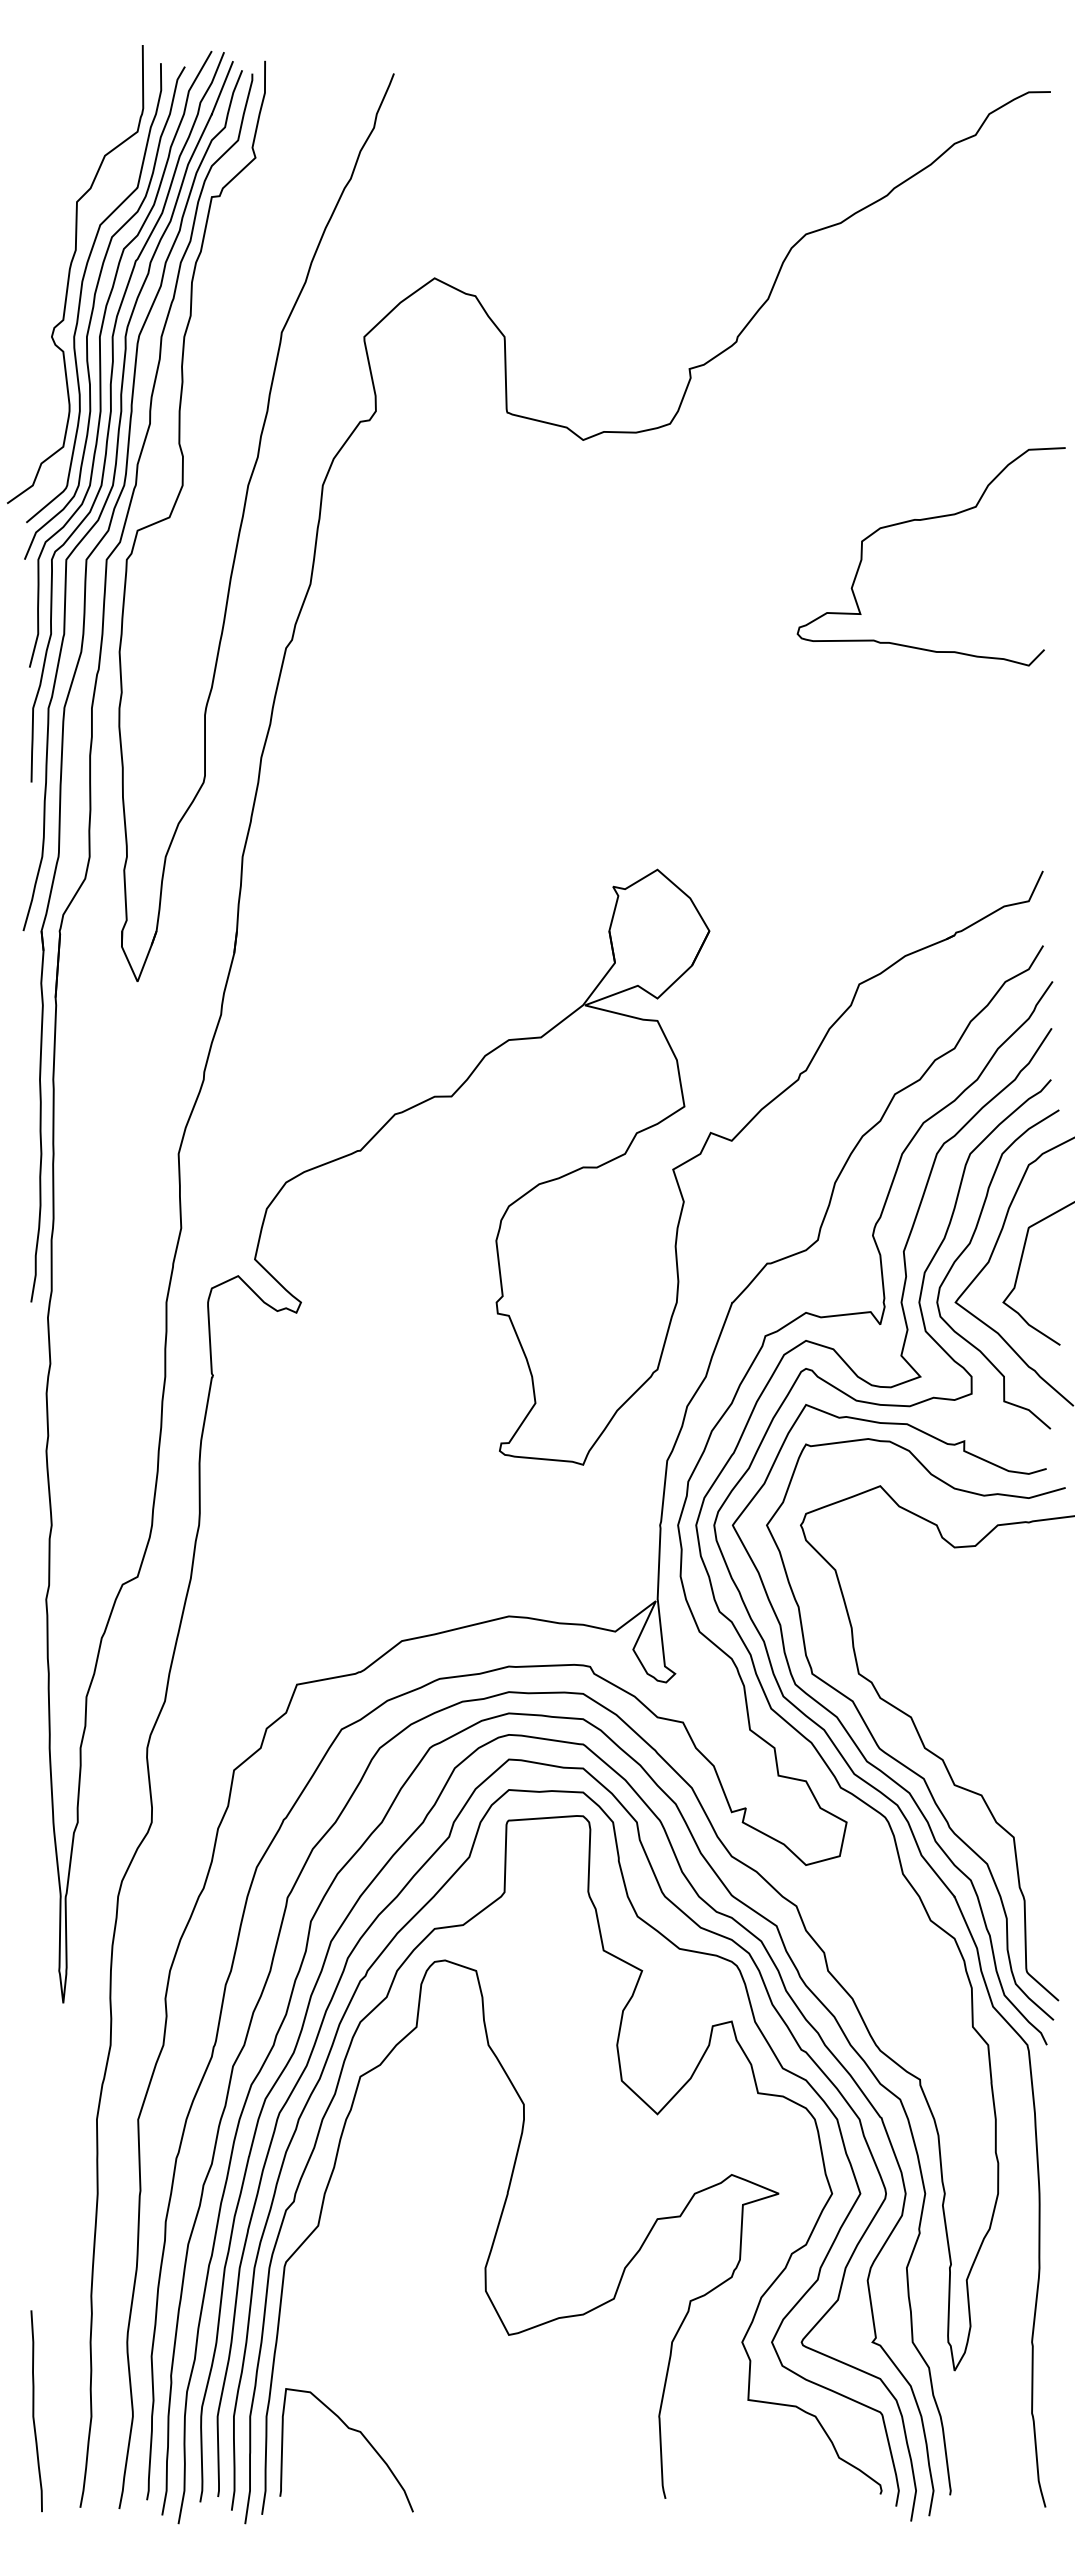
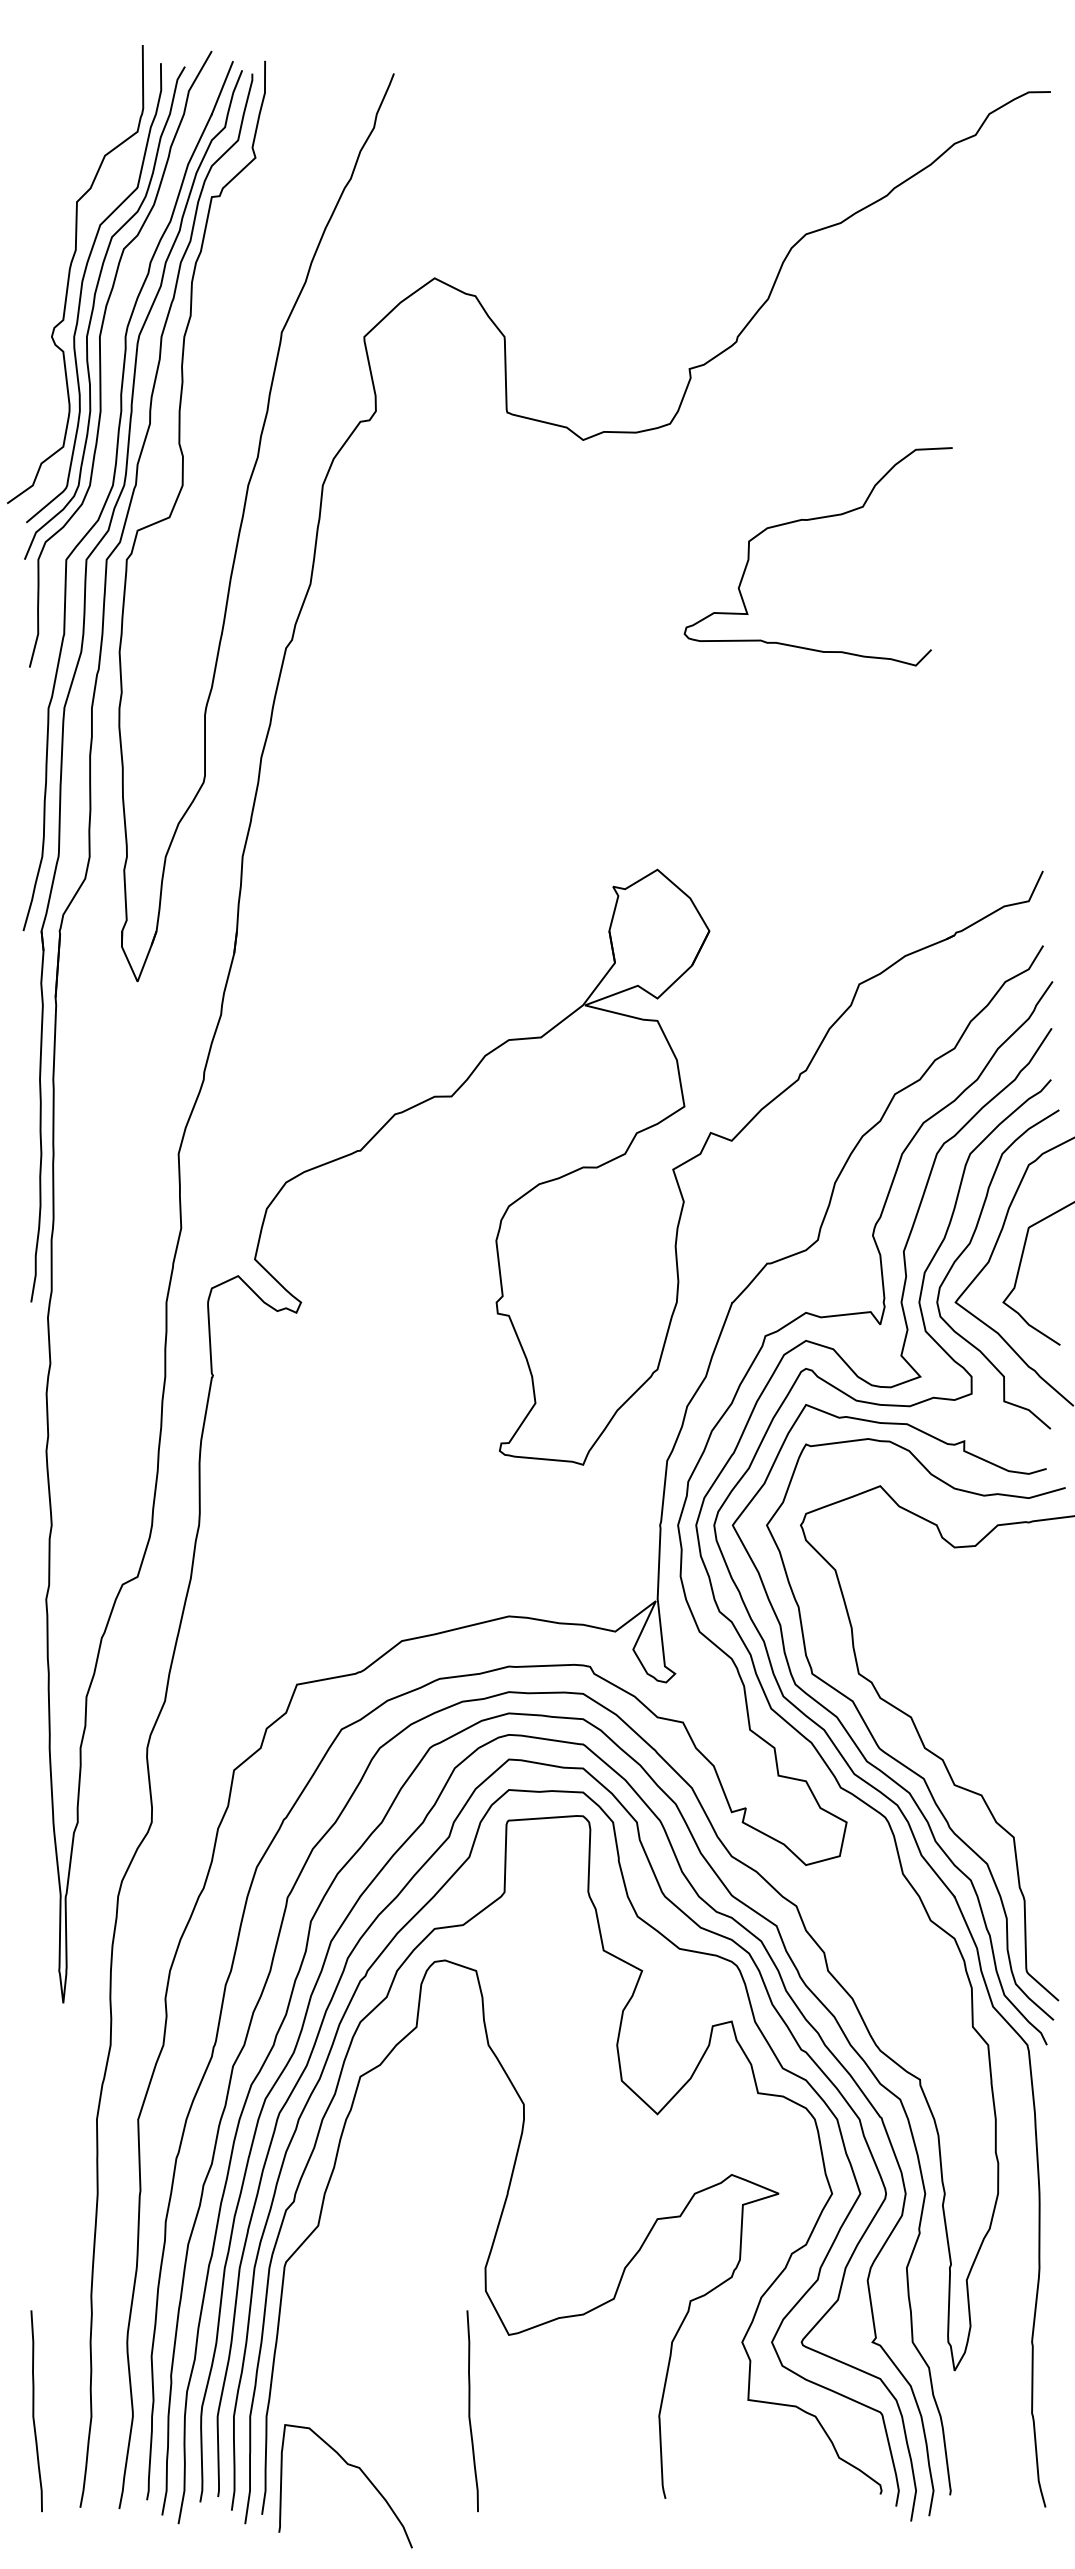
curve at (111, 416): present -> none
curve at (924, 520) position: (924, 520) -> (811, 520)
curve at (470, 2411): none -> present
curve at (352, 2430) position: (352, 2430) -> (351, 2466)
